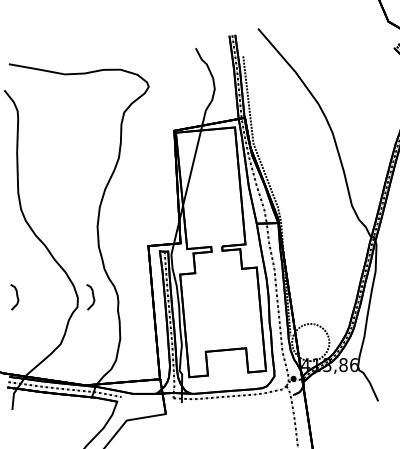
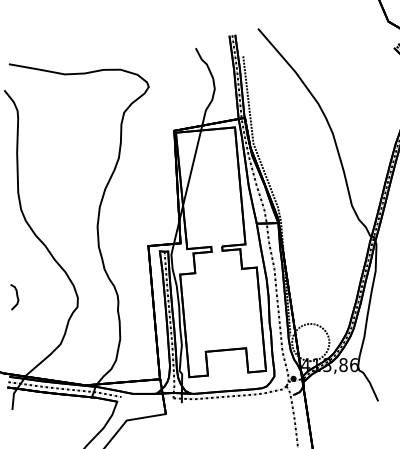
curve at (92, 297): present -> none
